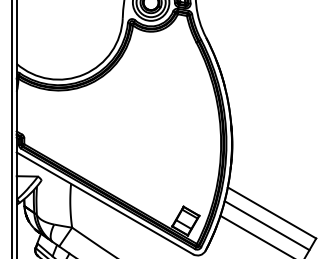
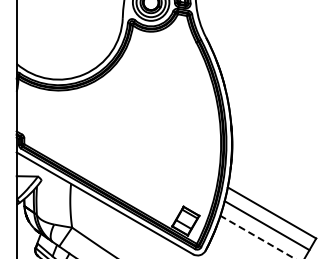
line at (12, 128): present -> none
line at (257, 237): solid -> dashed
